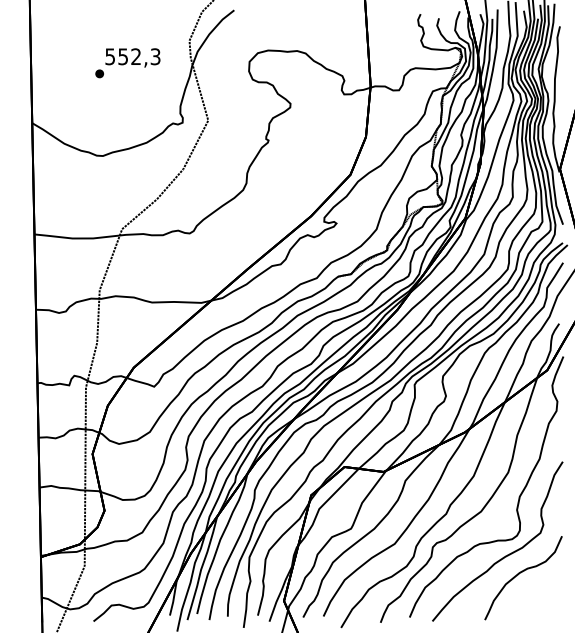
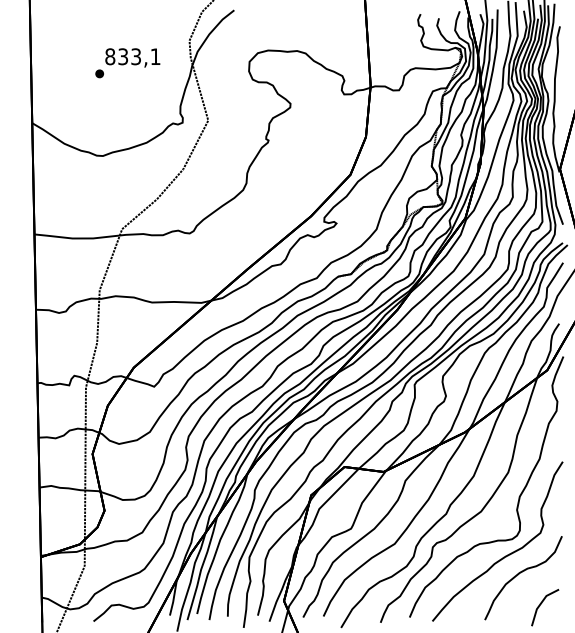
text at (132, 56): 552,3 -> 833,1
line at (542, 603): none -> present
